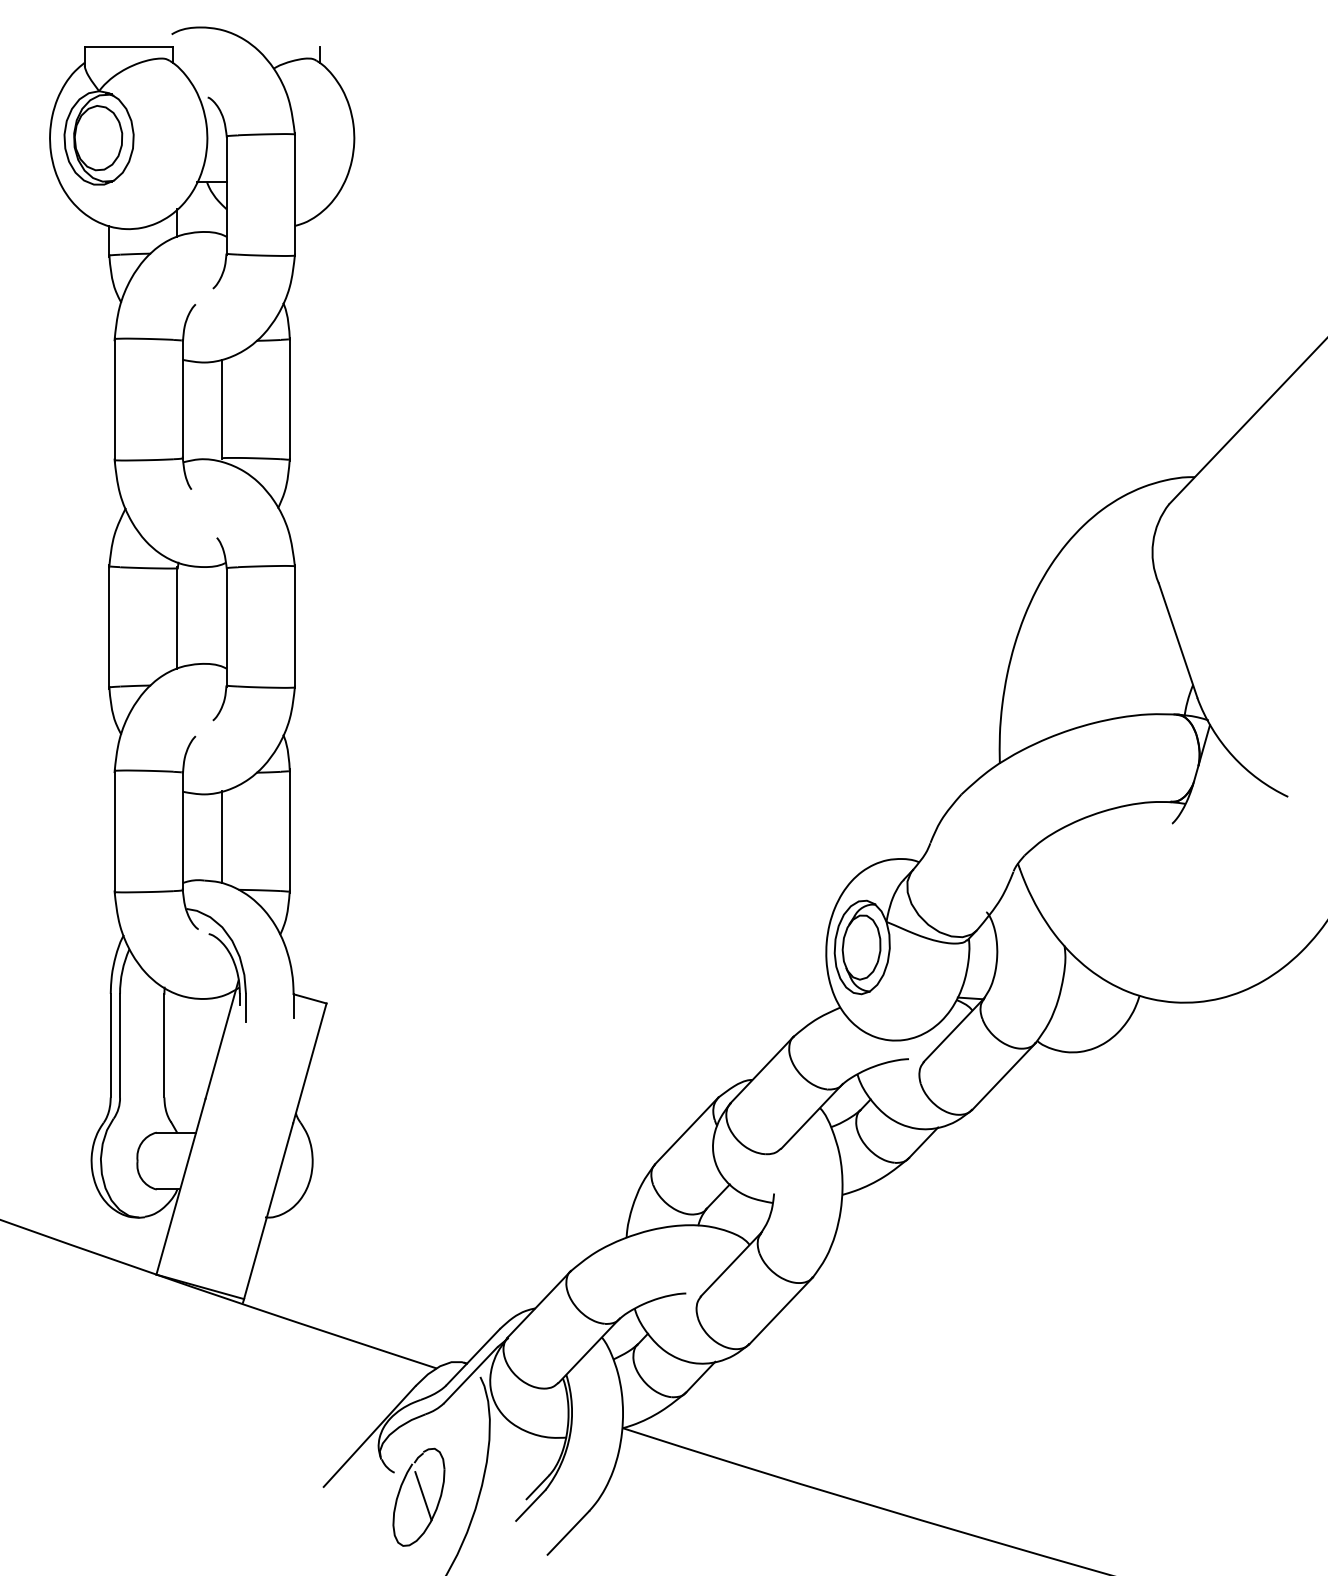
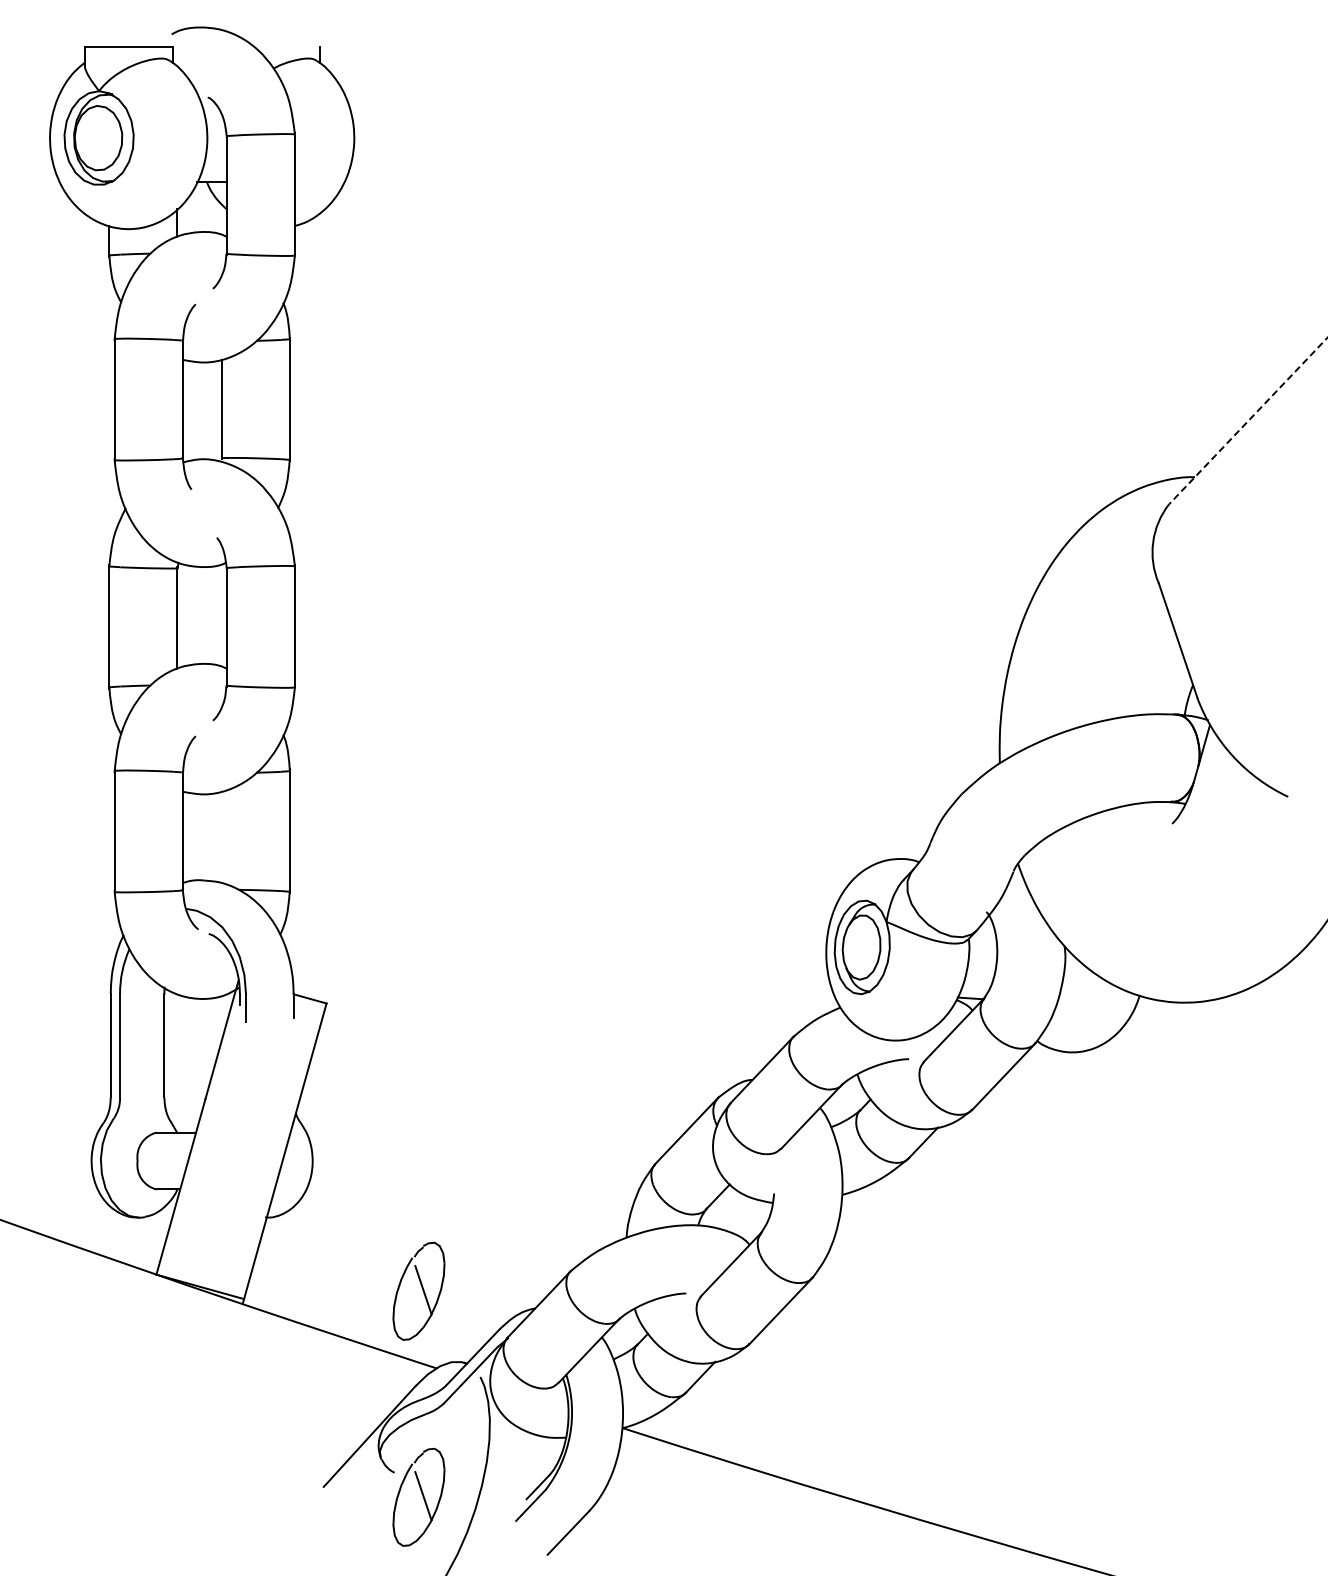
line at (1248, 420): solid -> dashed
line at (221, 837): present -> none
part at (418, 1290): none -> present
